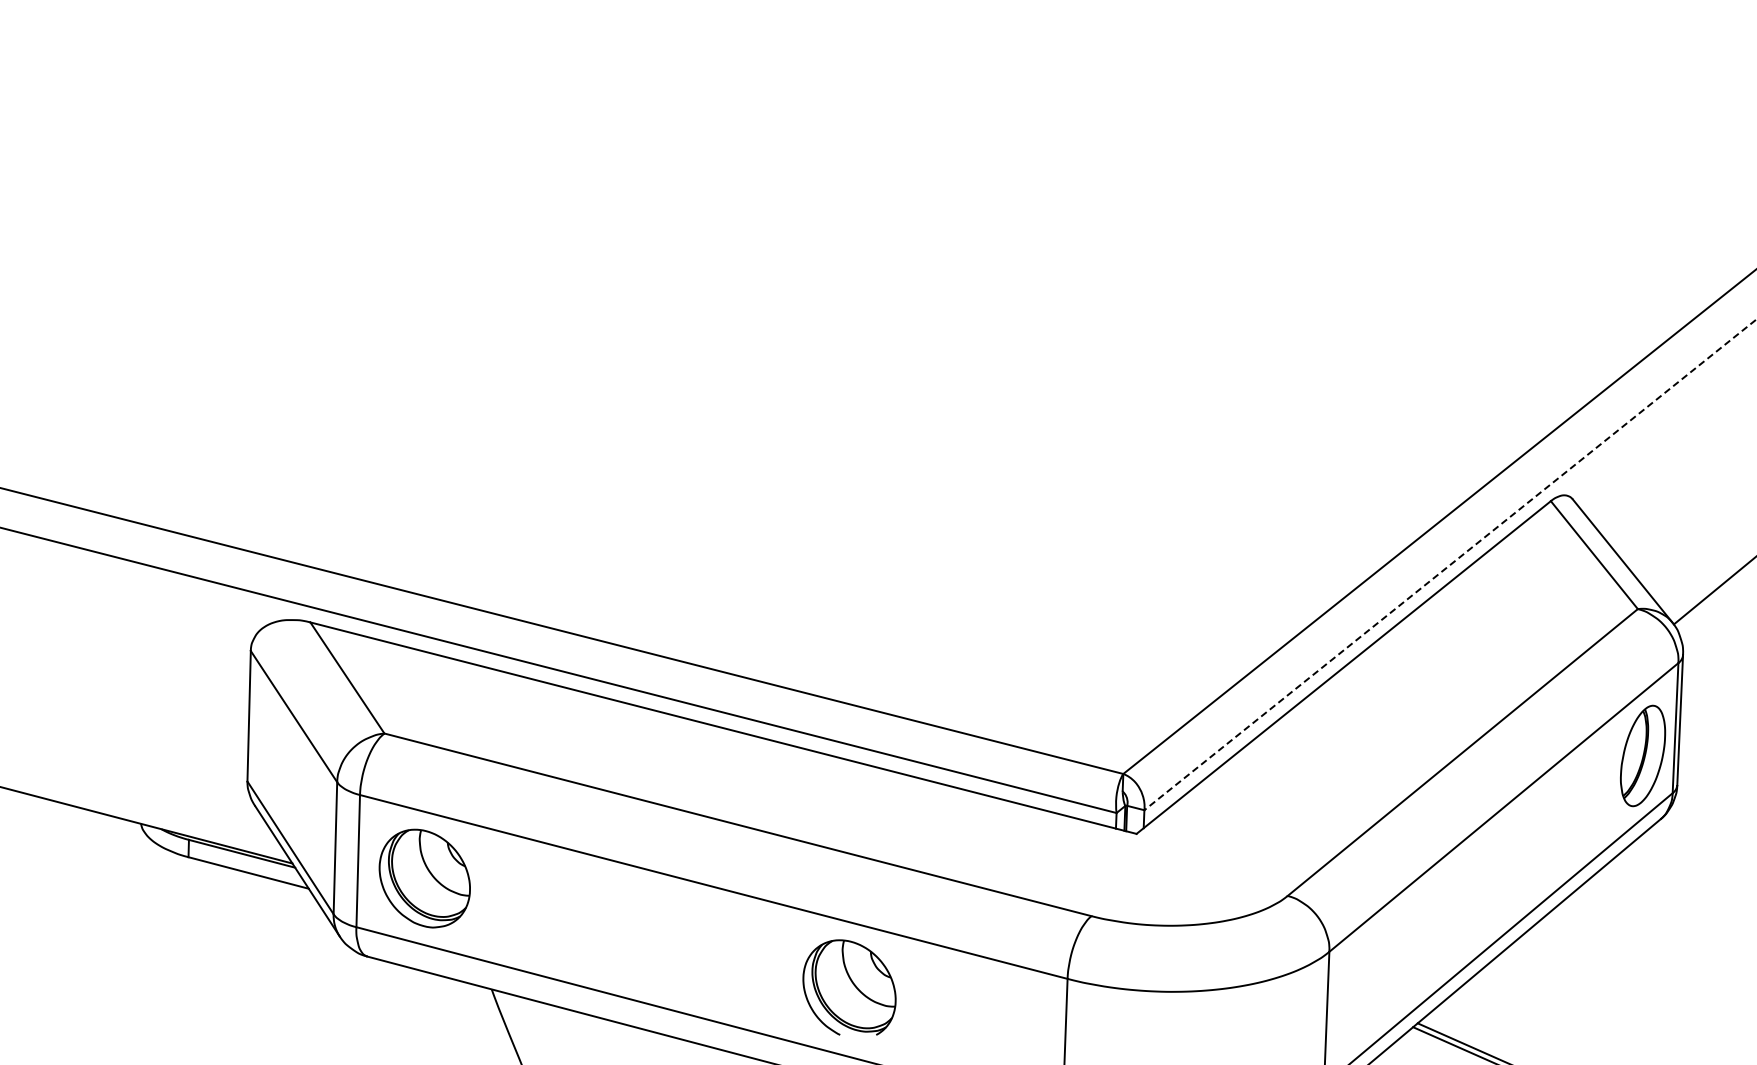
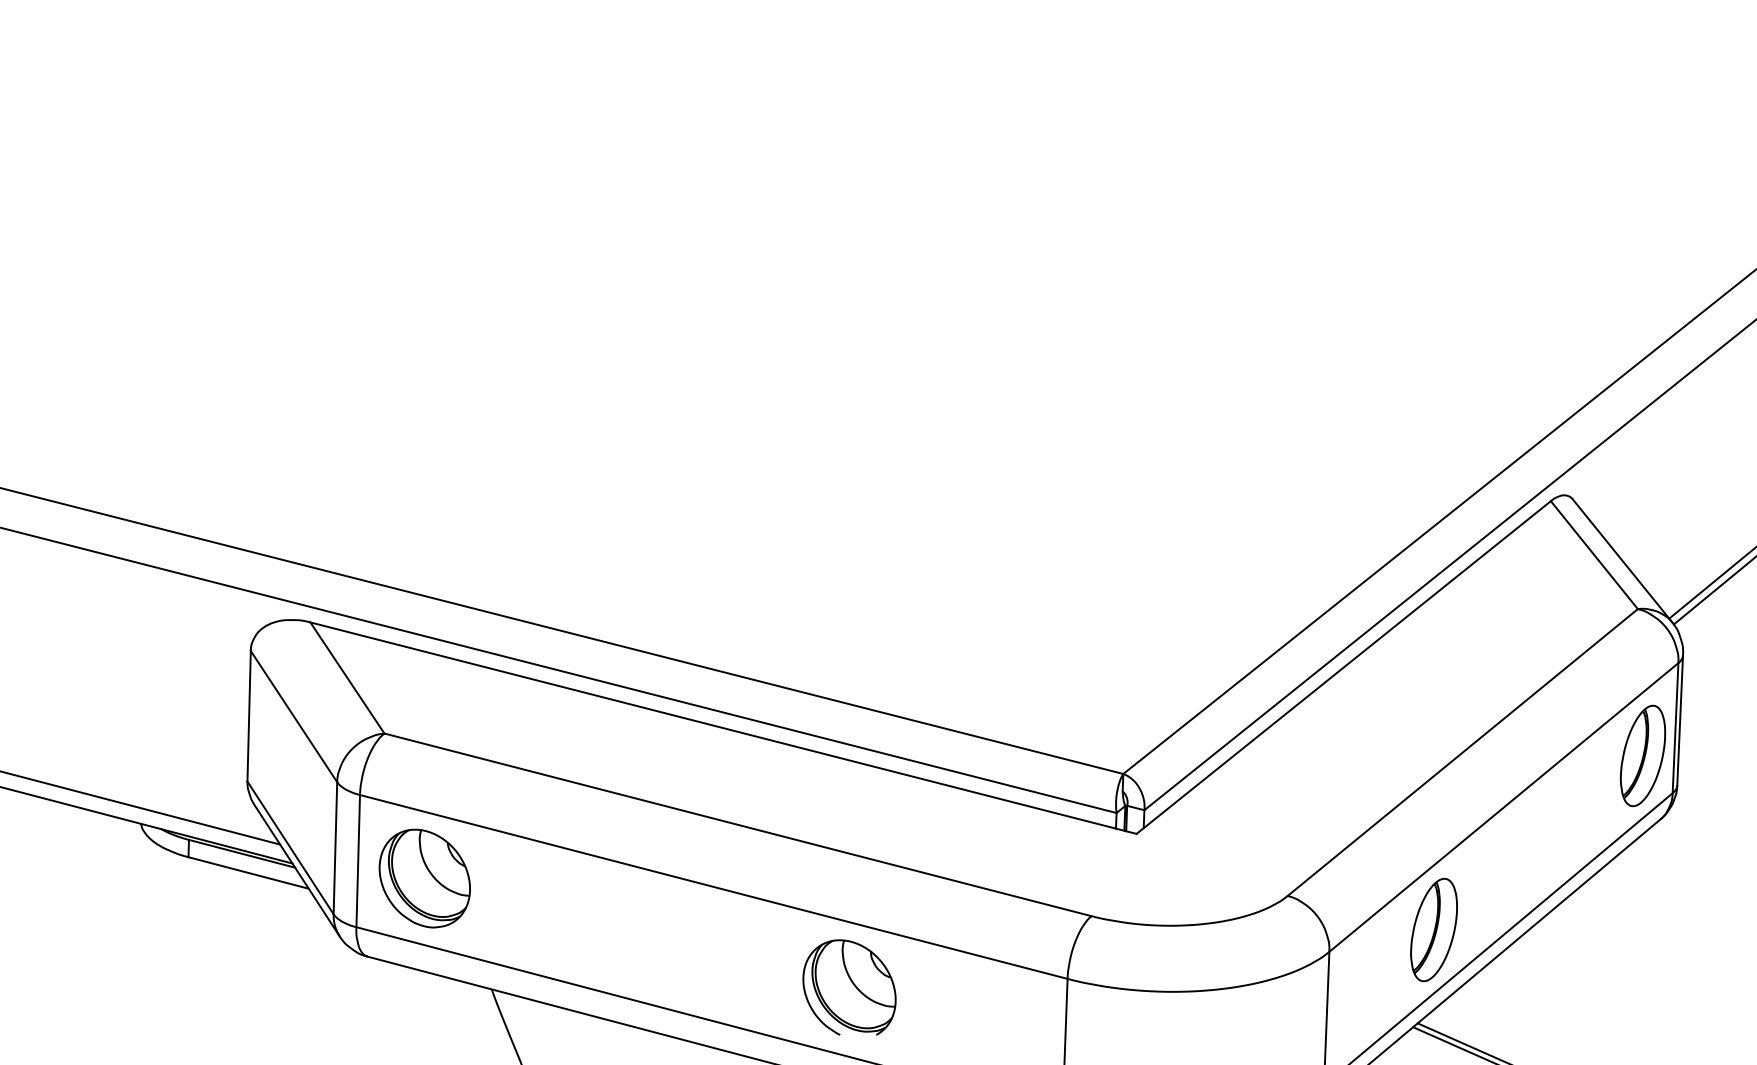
line at (1450, 565): dashed -> solid
line at (1711, 583): none -> present
line at (141, 807): none -> present
part at (1433, 929): none -> present
